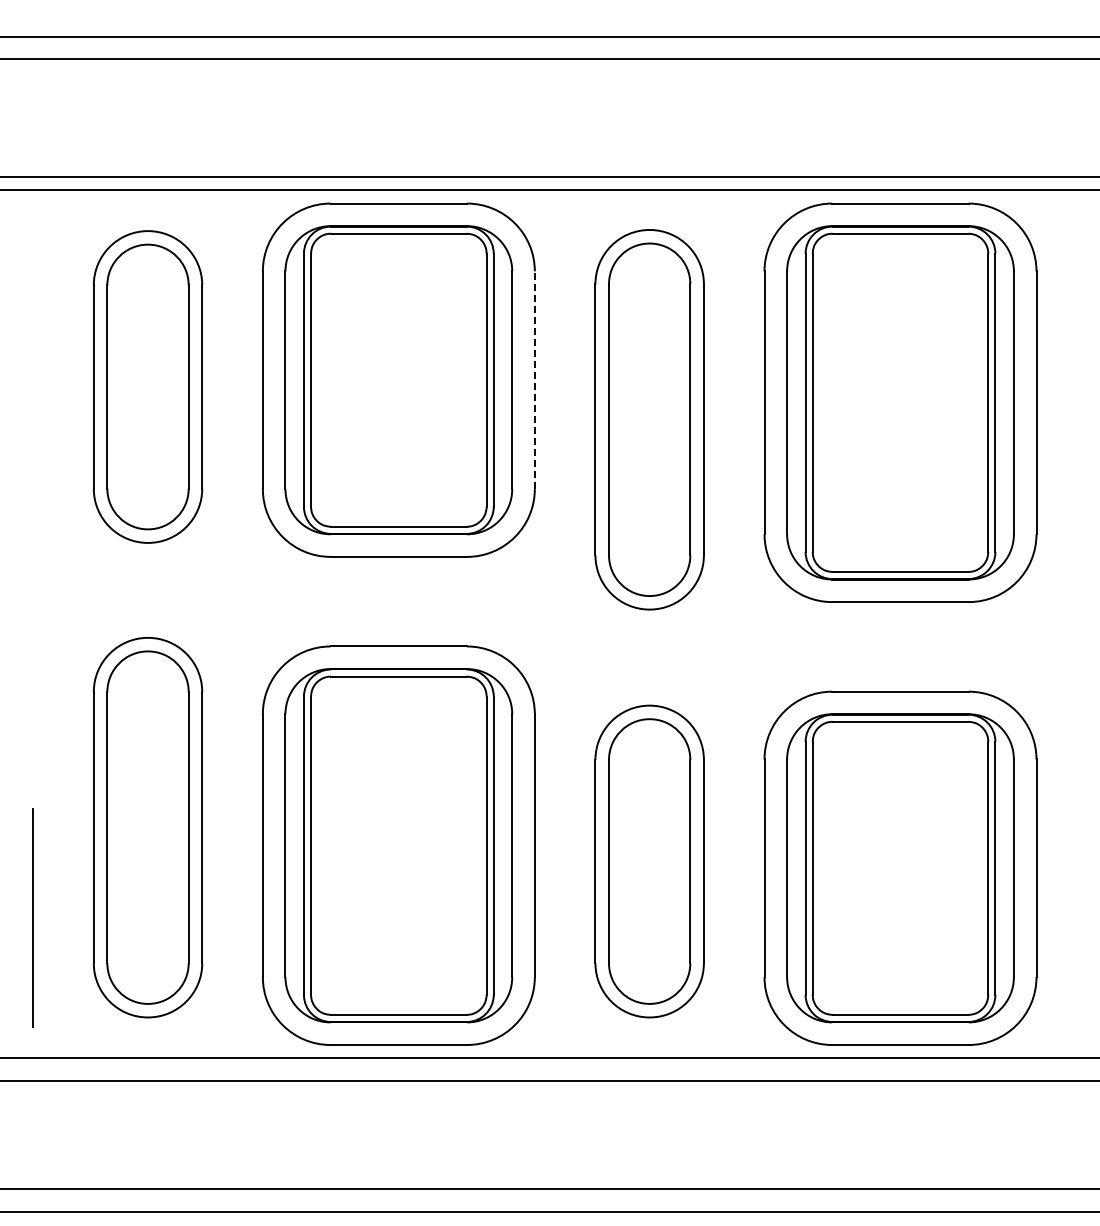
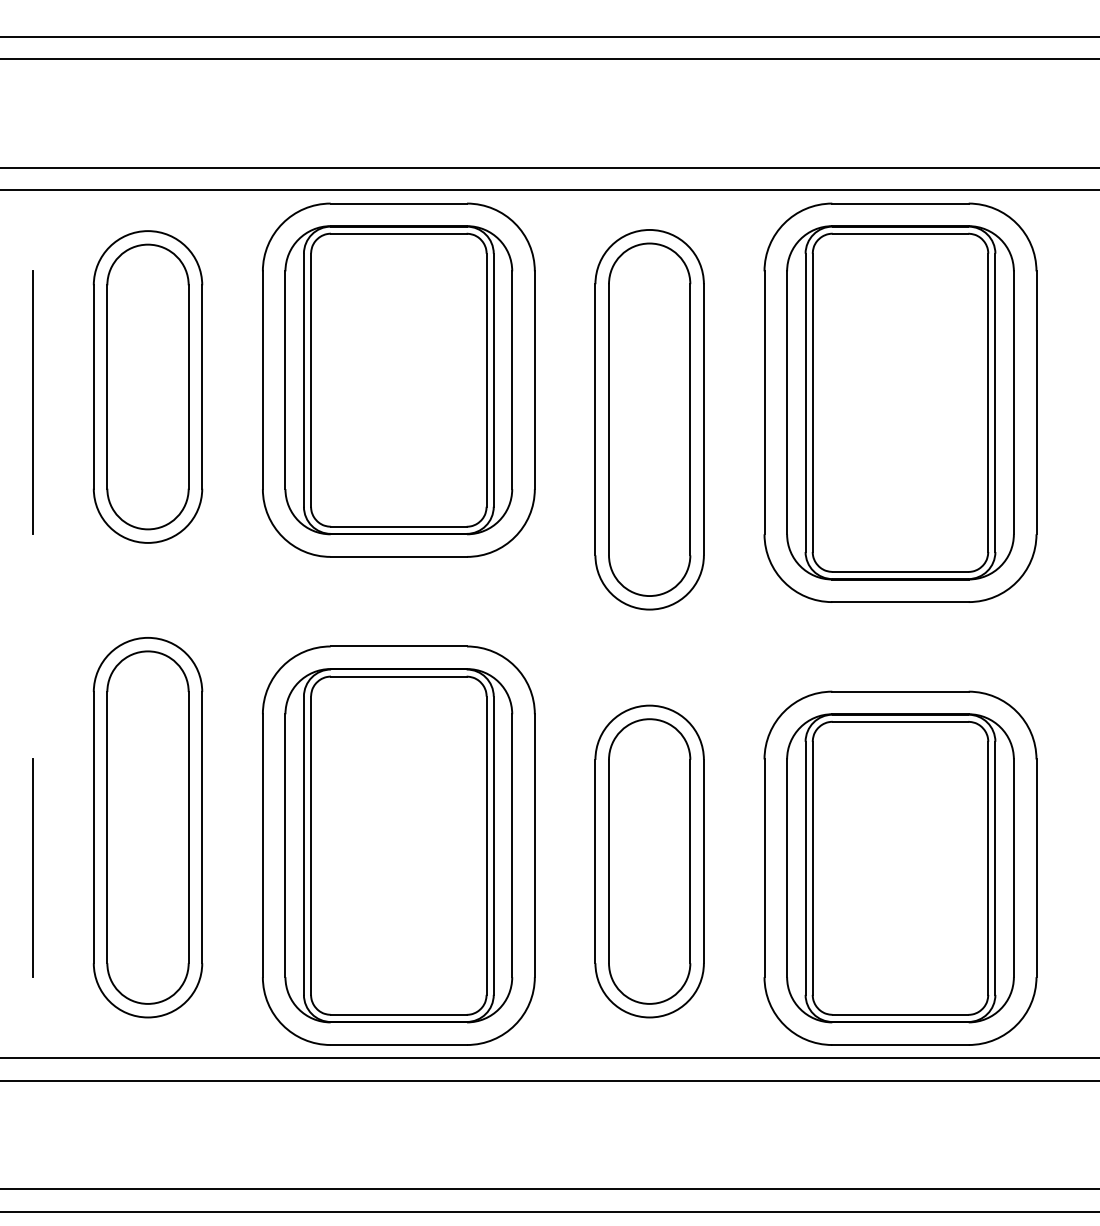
line at (549, 176) position: (549, 176) -> (549, 167)
line at (534, 380): dashed -> solid
line at (32, 402): none -> present
line at (32, 917) position: (32, 917) -> (32, 867)
